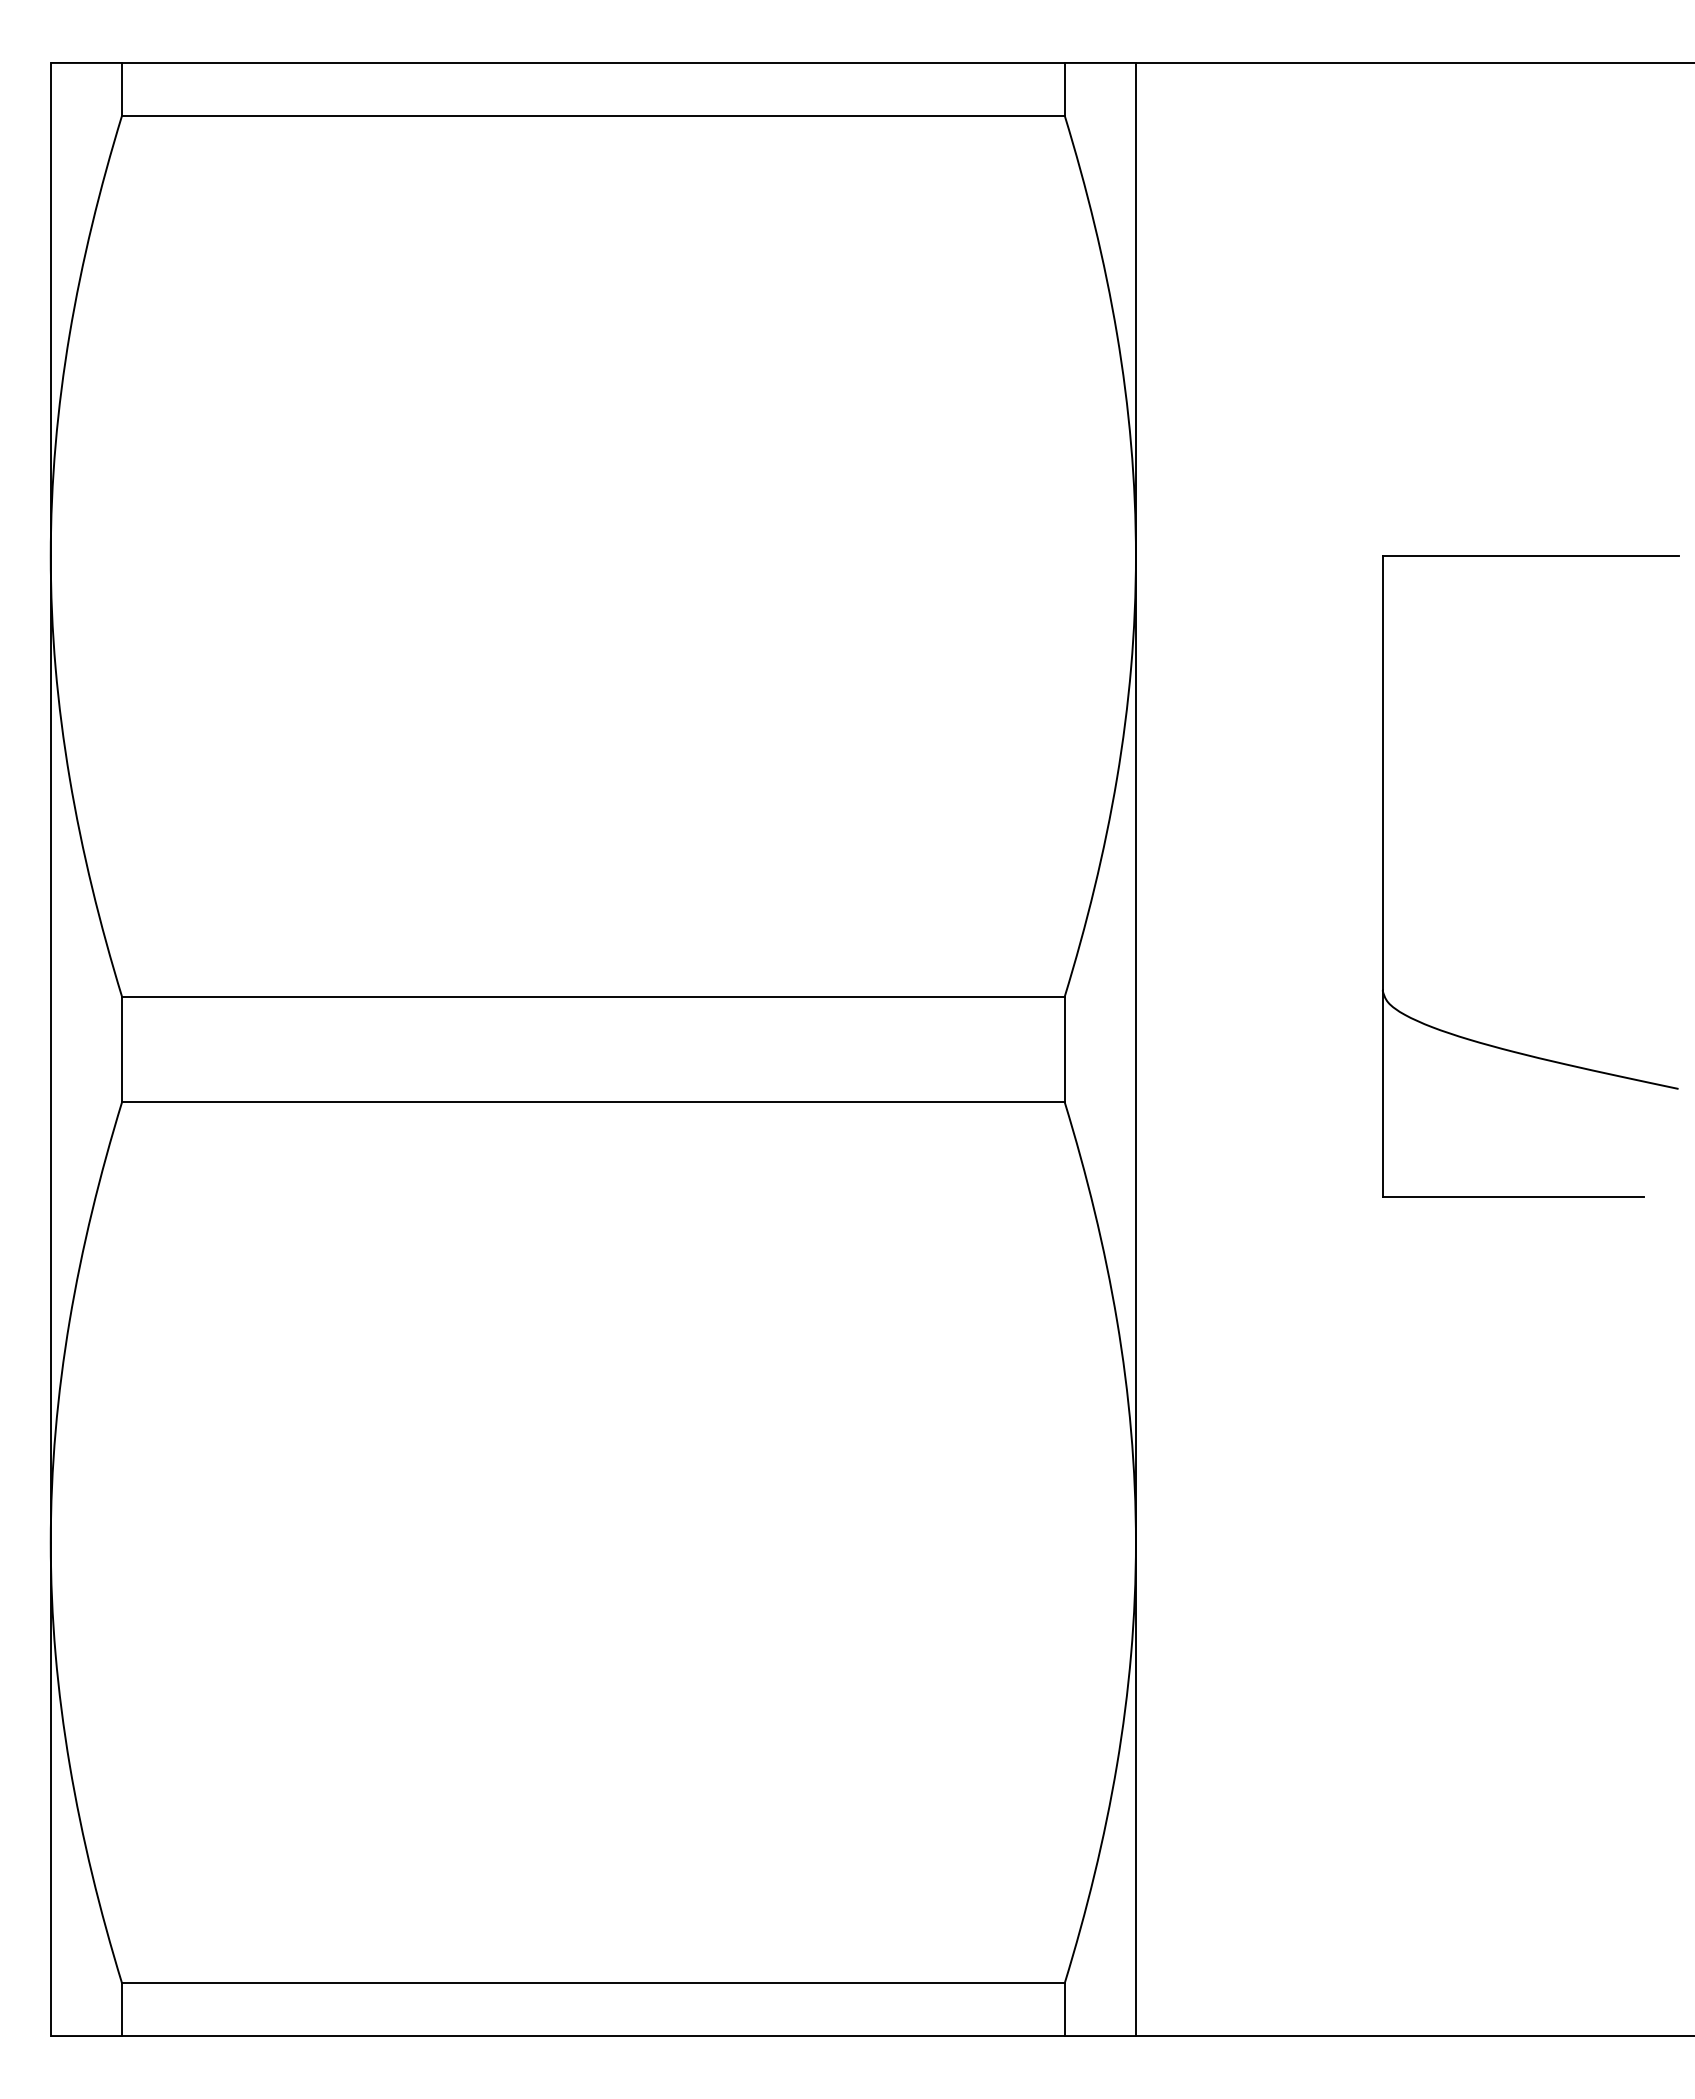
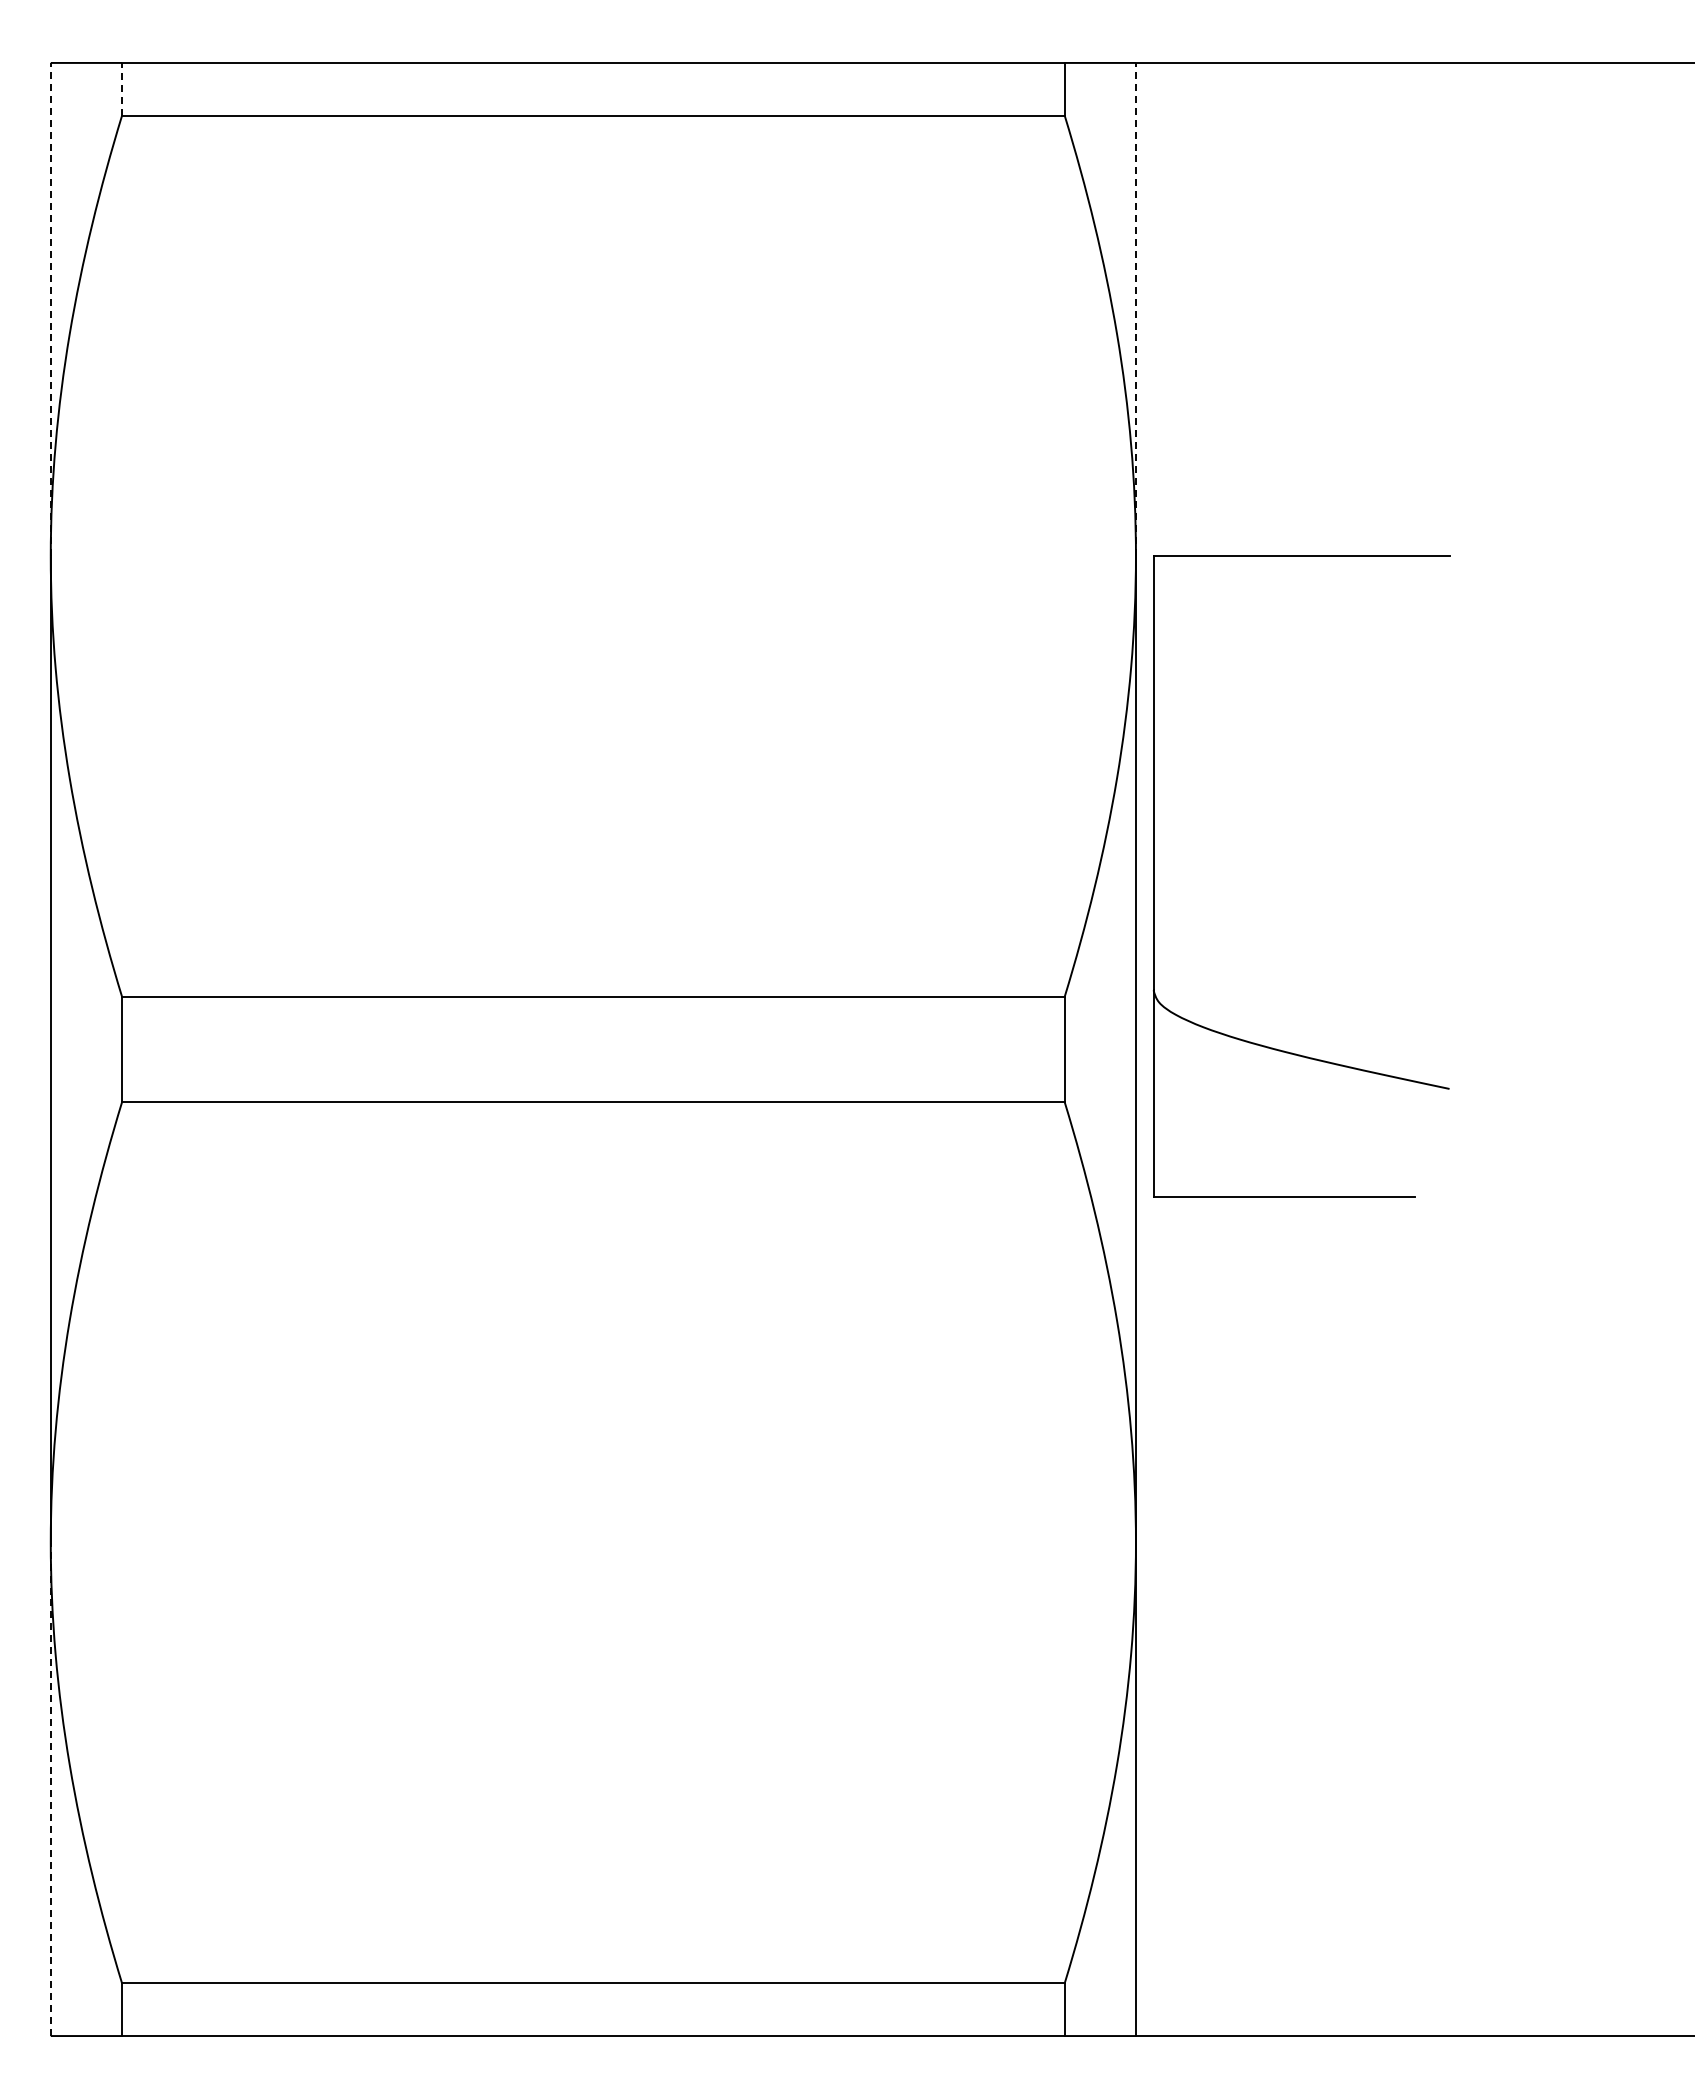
line at (122, 88): solid -> dashed
line at (50, 309): solid -> dashed
line at (1135, 309): solid -> dashed
part at (1383, 876) position: (1383, 876) -> (1154, 876)
line at (50, 1789): solid -> dashed
